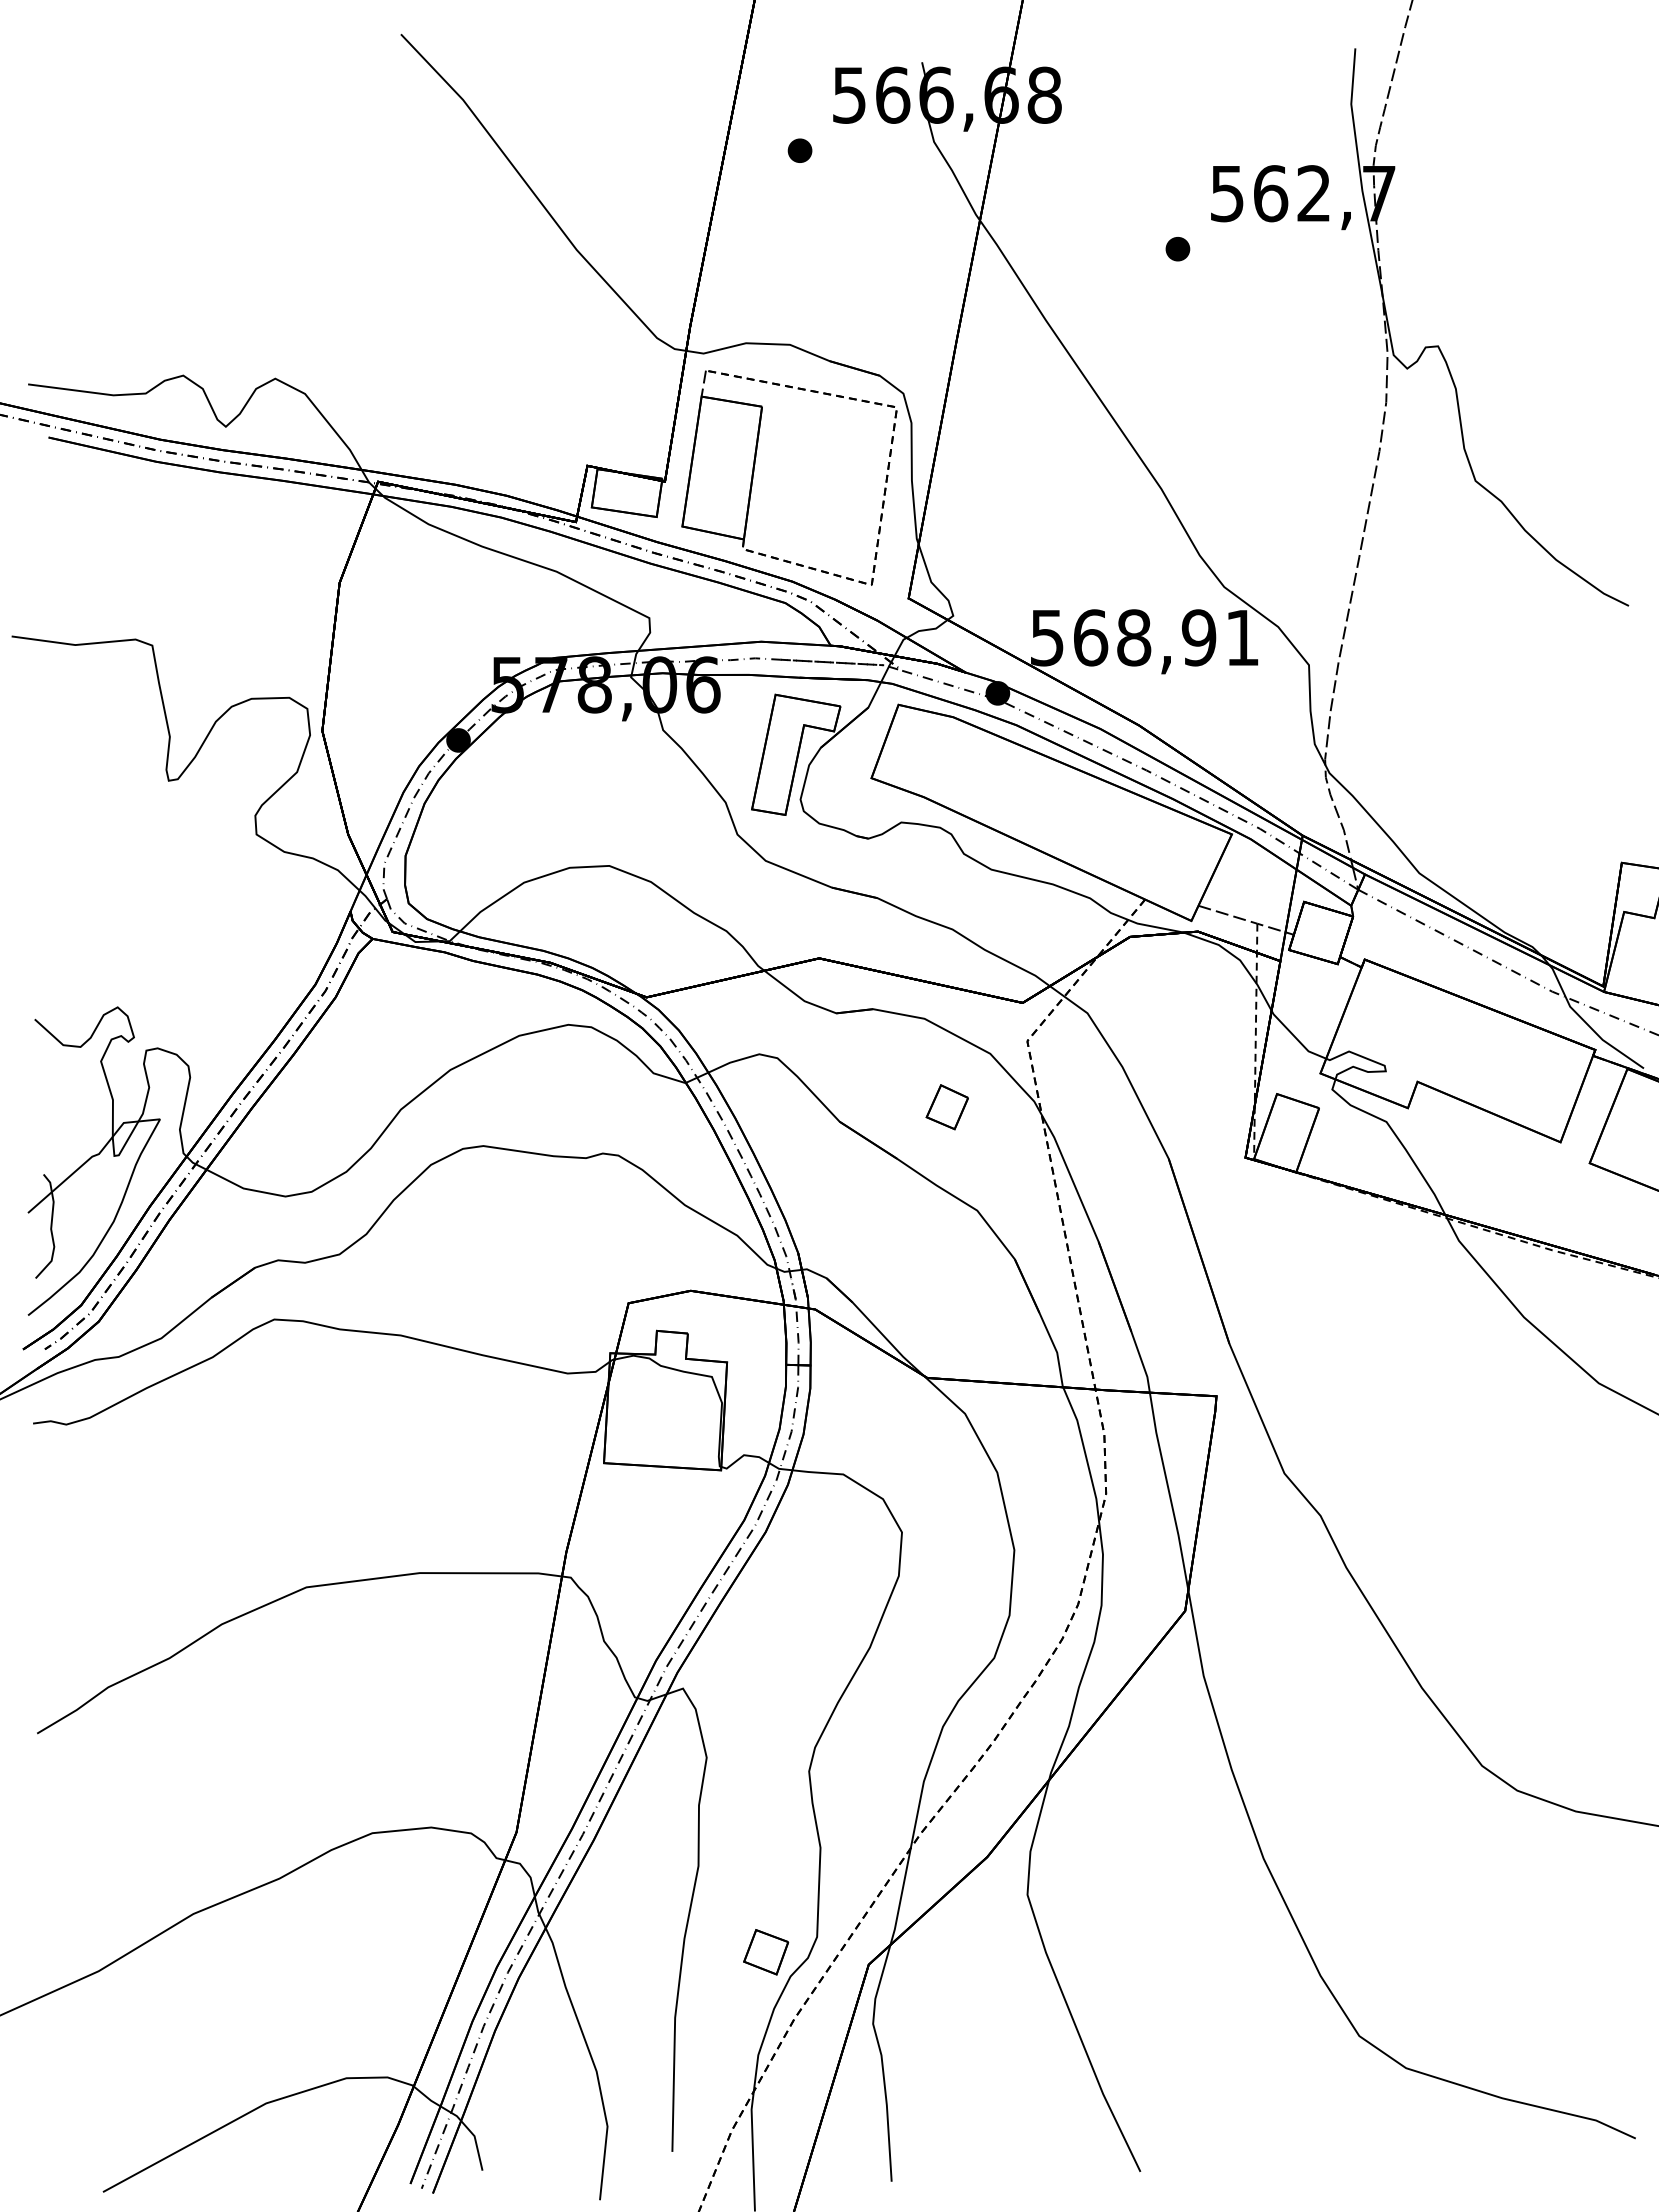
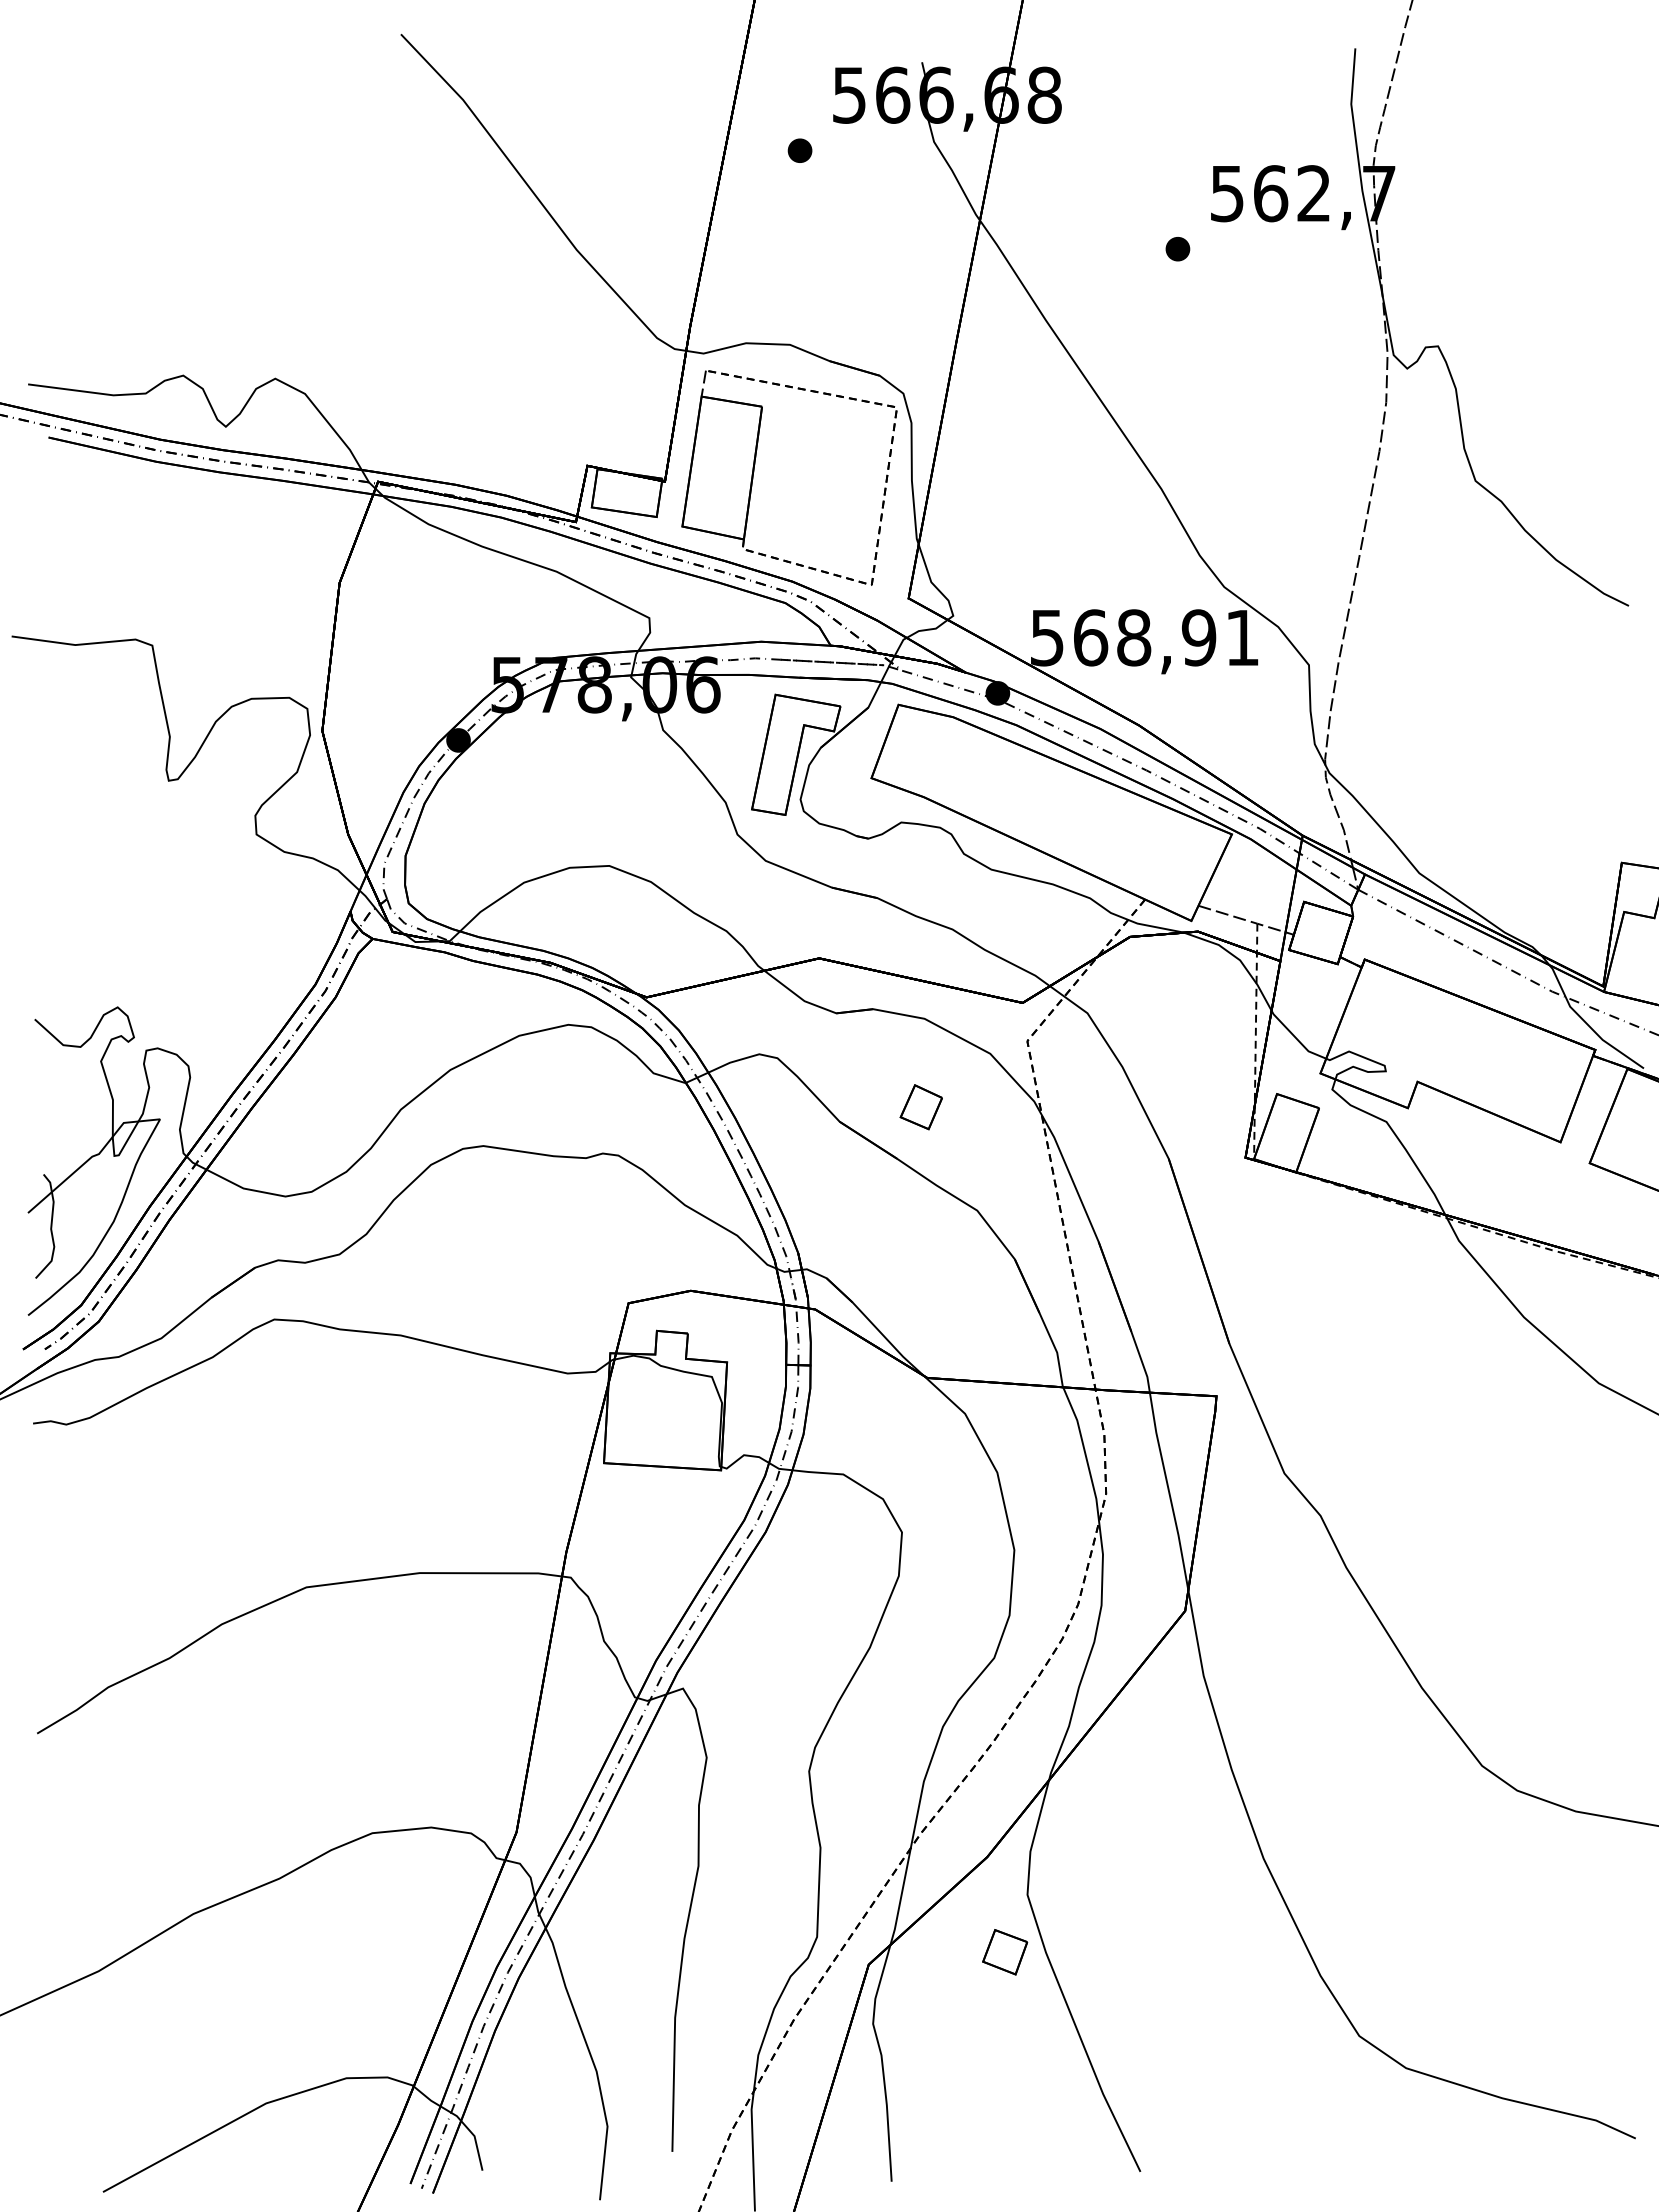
part at (946, 1107) position: (946, 1107) -> (920, 1107)
part at (766, 1952) position: (766, 1952) -> (1005, 1952)
